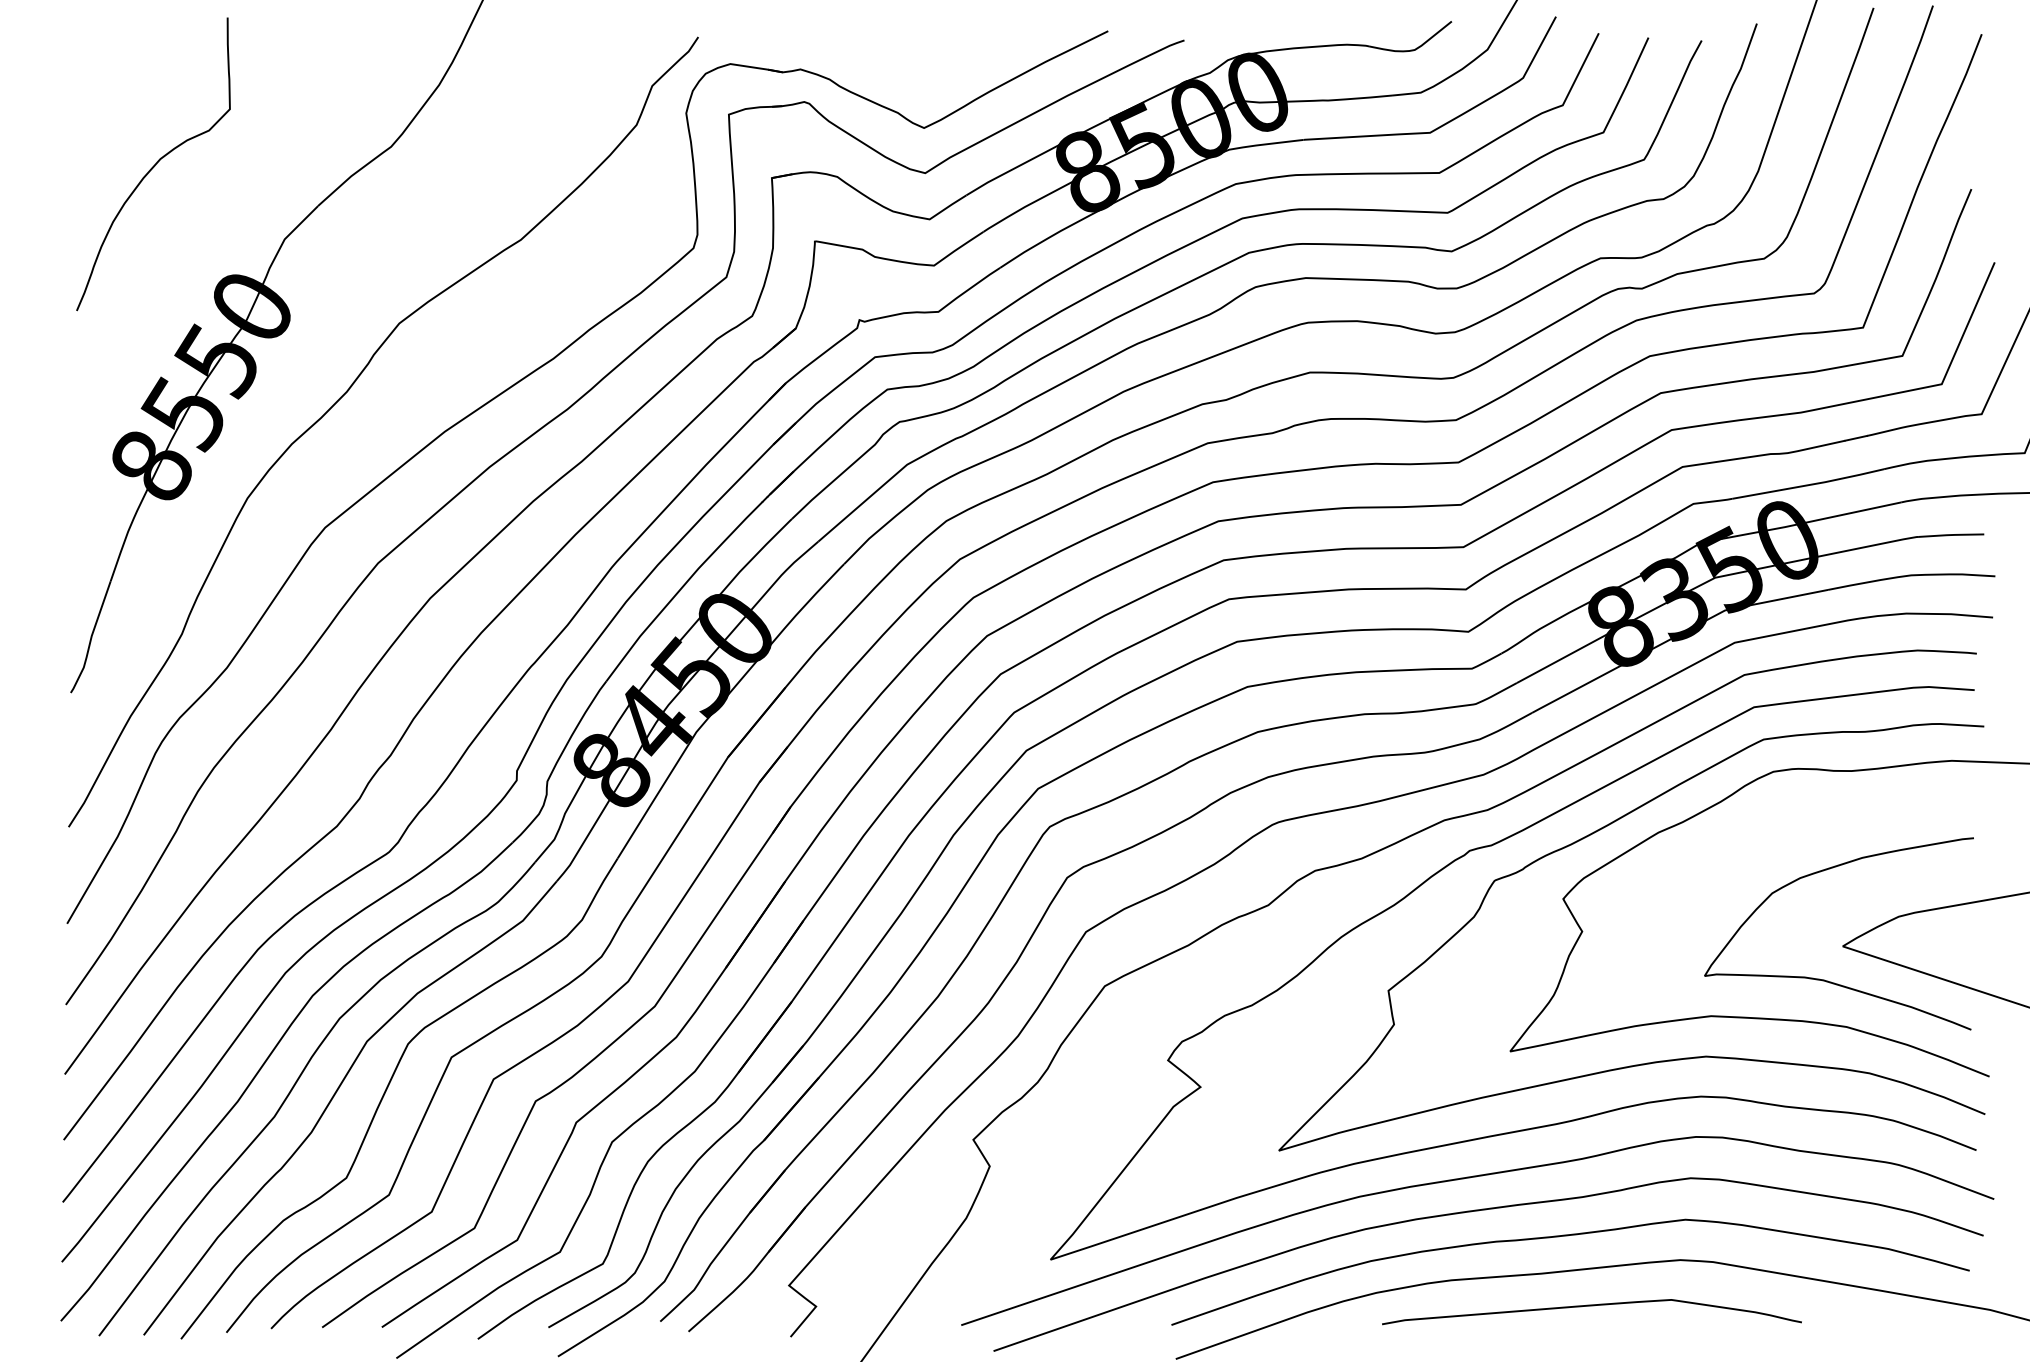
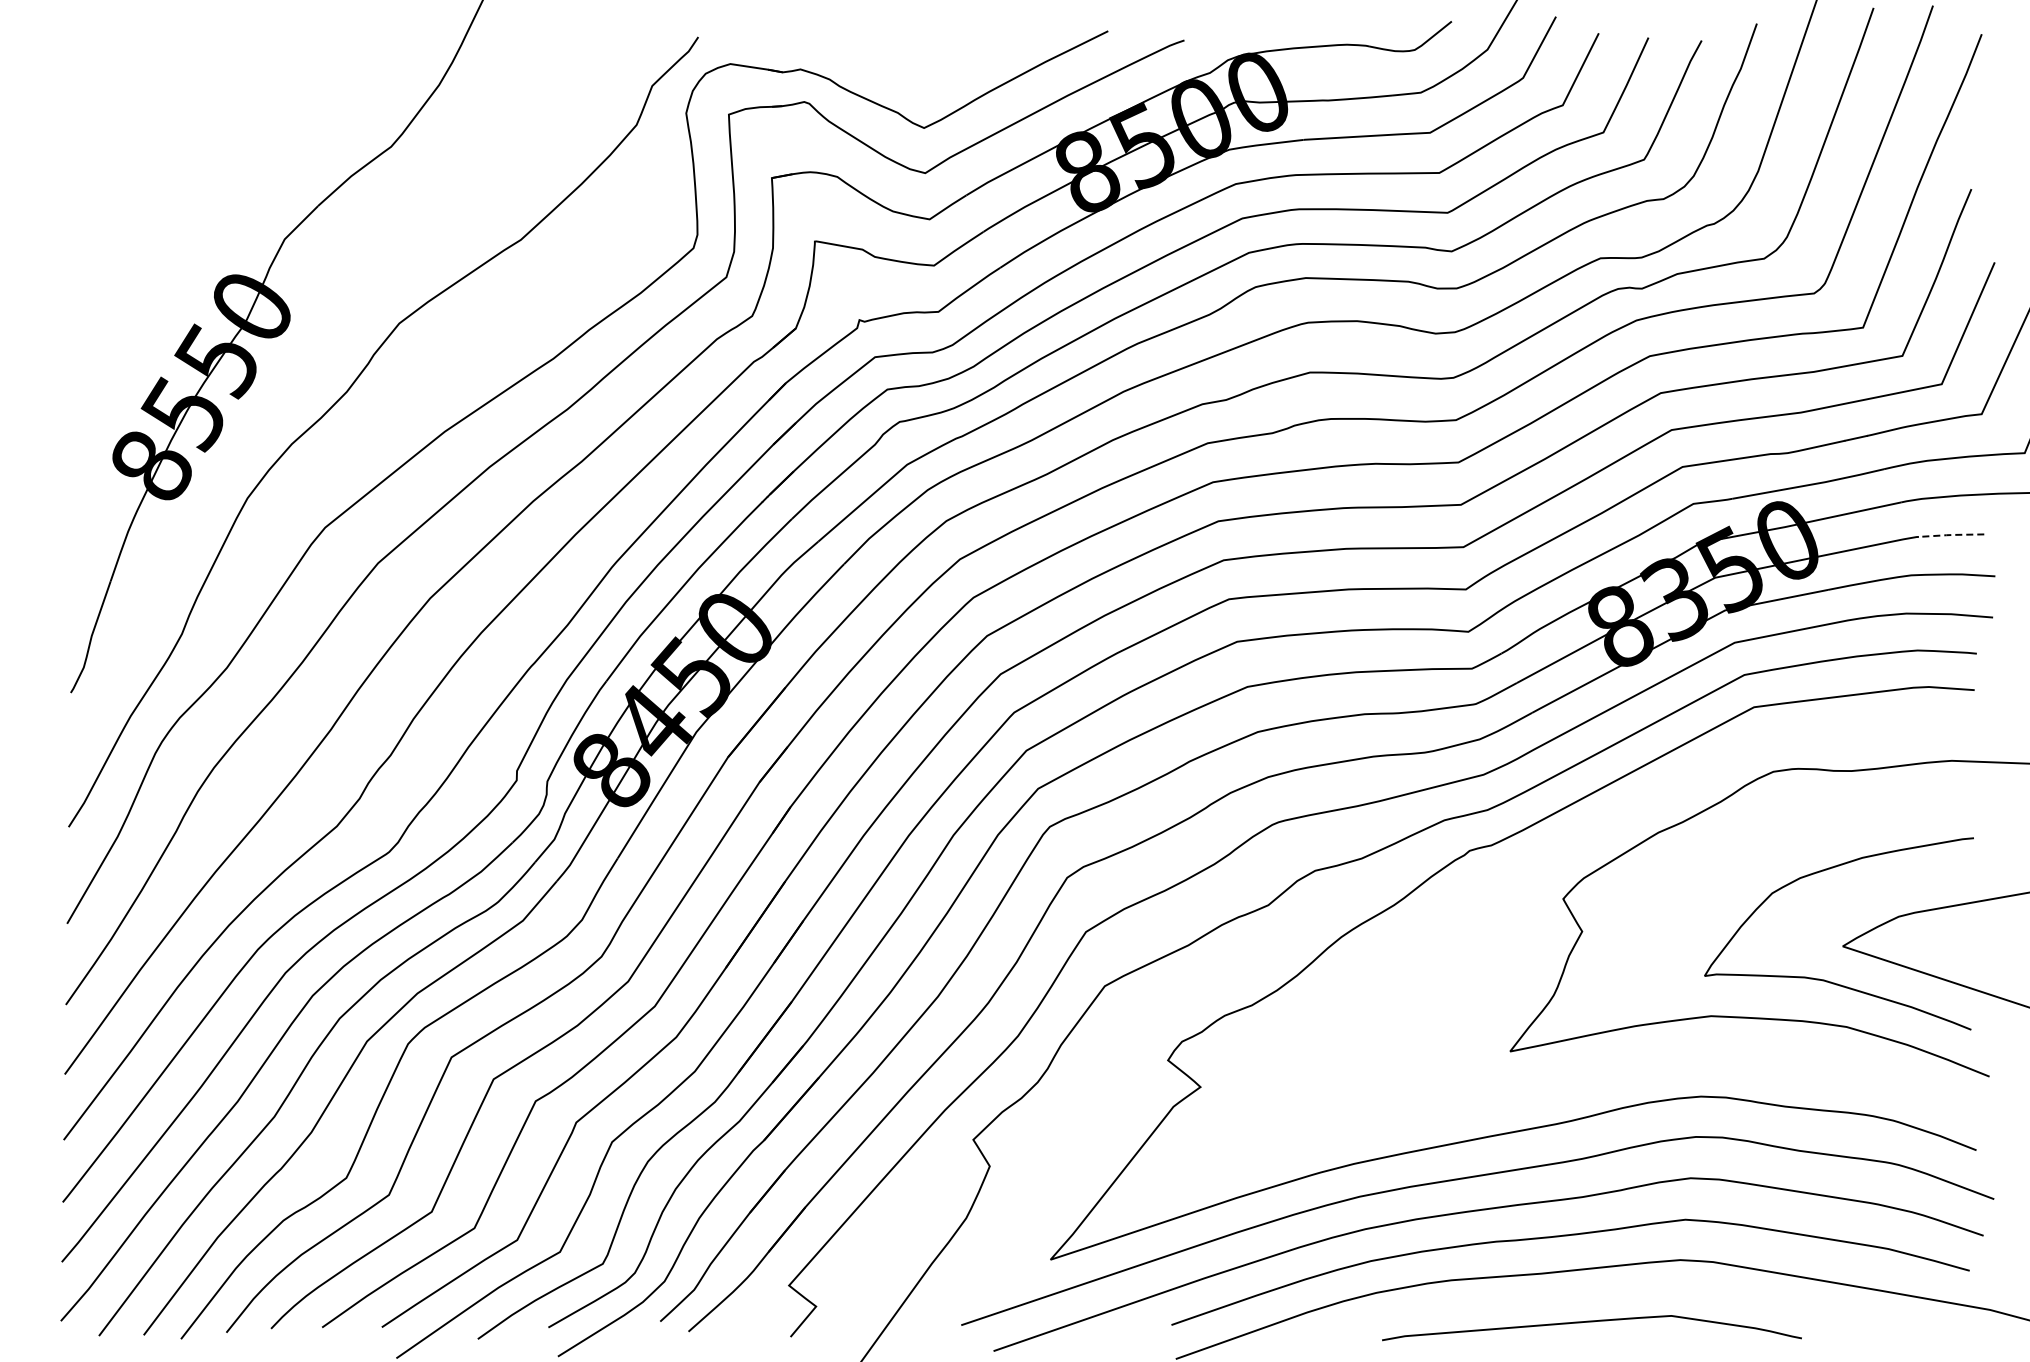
curve at (154, 164): present -> none
line at (1951, 535): solid -> dashed
curve at (1583, 839): present -> none
curve at (1591, 1306) position: (1591, 1306) -> (1591, 1322)
